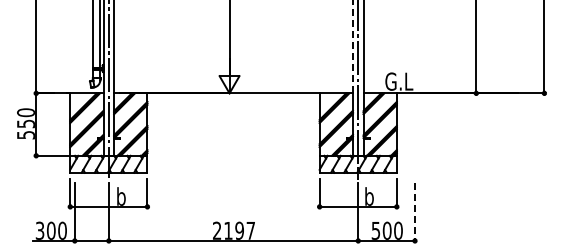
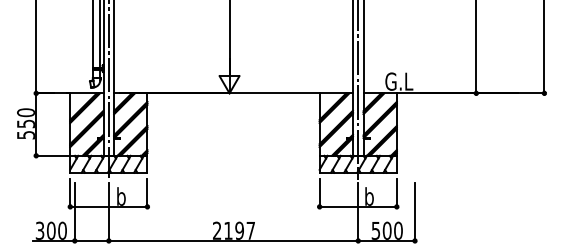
line at (352, 46): dashed -> solid
line at (415, 212): dashed -> solid
